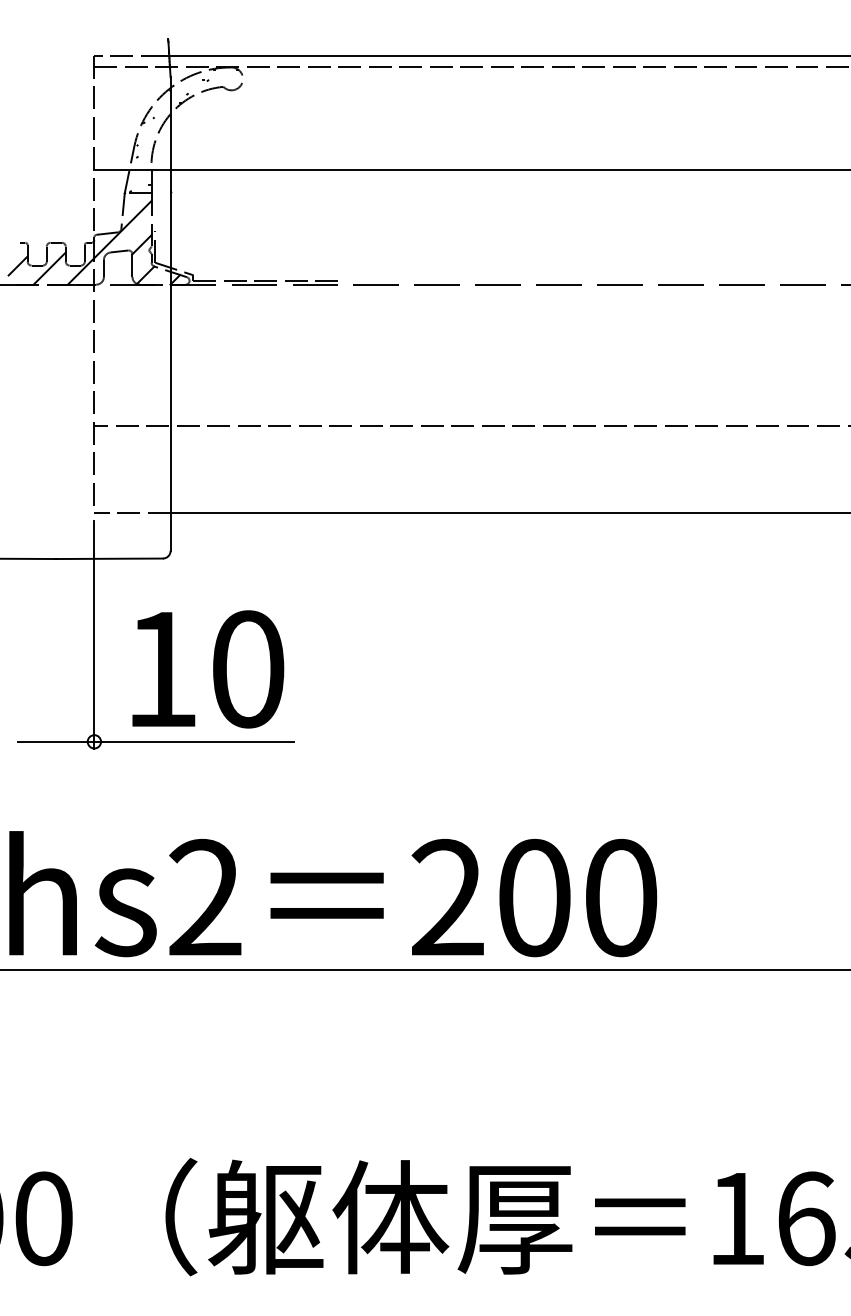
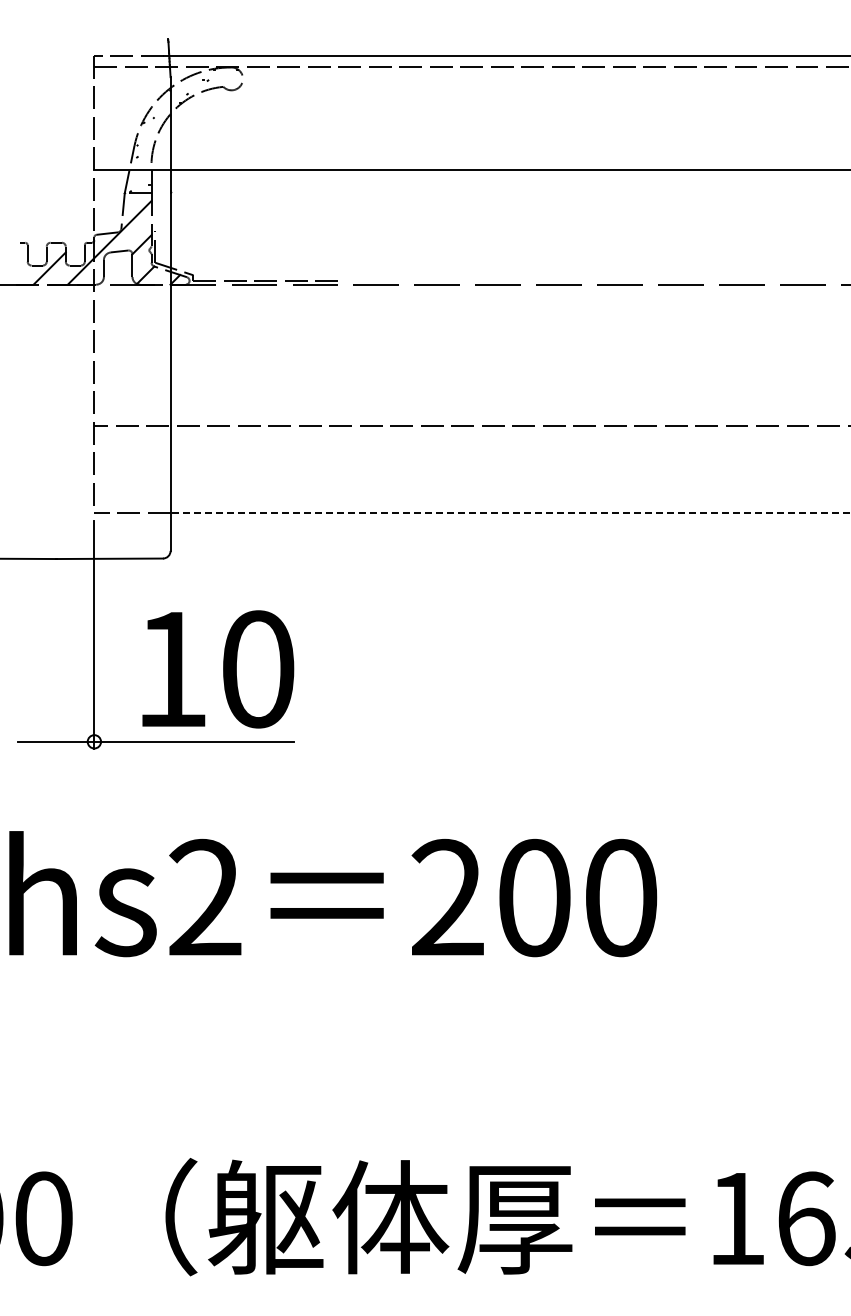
line at (17, 265): present -> none
line at (510, 513): solid -> dashed
text at (208, 669) position: (208, 669) -> (218, 669)
line at (424, 970): present -> none
